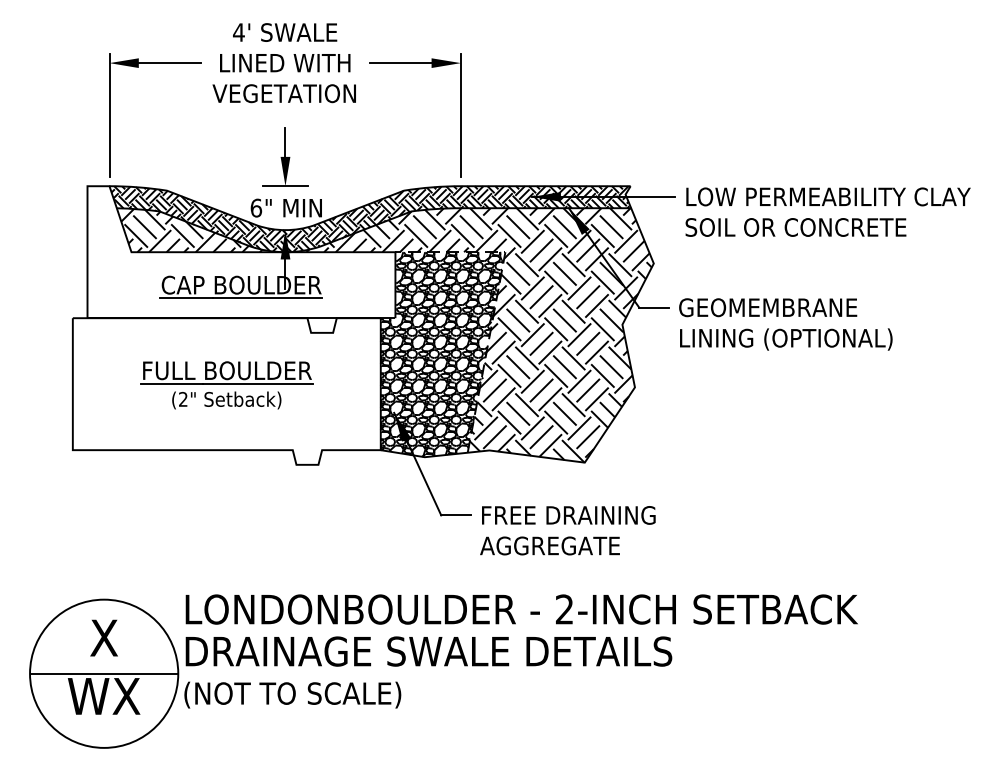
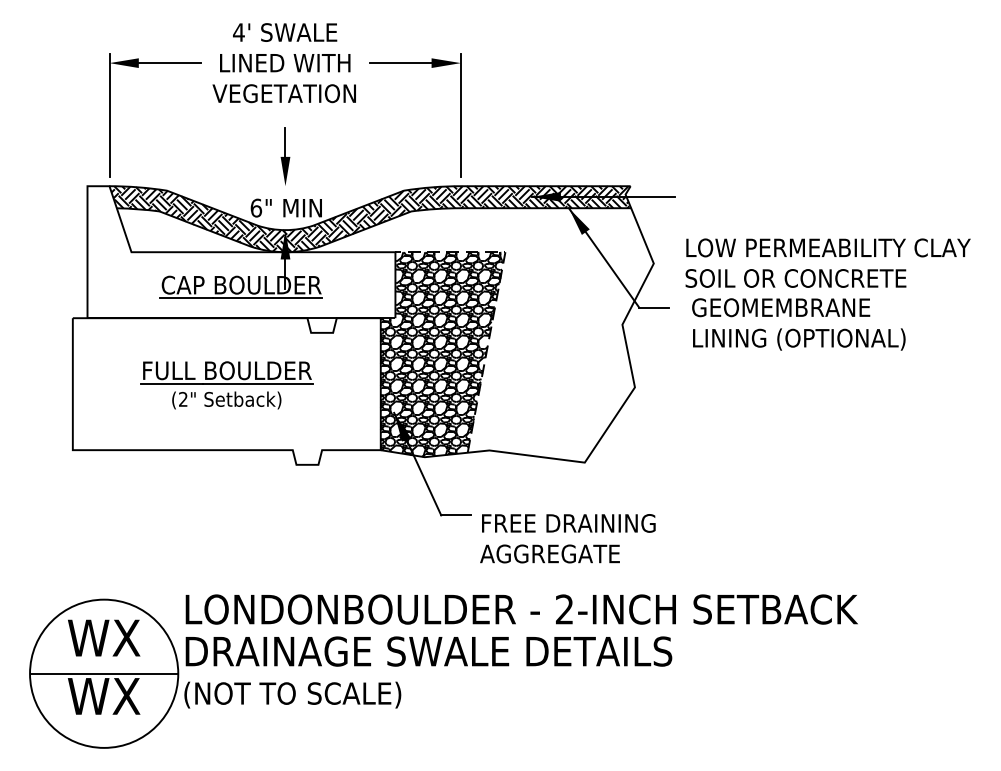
line at (285, 186): present -> none
text at (827, 211) position: (827, 211) -> (827, 262)
hatch at (196, 230): present -> none
text at (785, 324) position: (785, 324) -> (798, 324)
hatch at (470, 335): present -> none
text at (567, 530) position: (567, 530) -> (567, 538)
text at (104, 637): X -> WX
